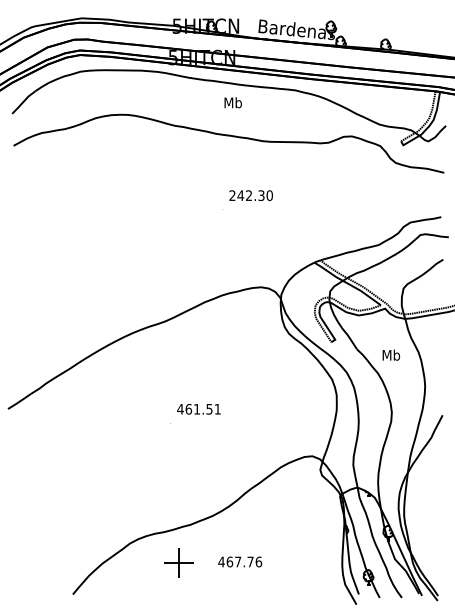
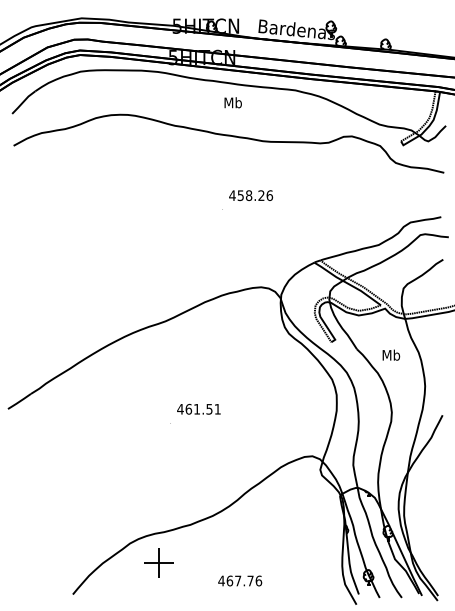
text at (251, 195): 242.30 -> 458.26
text at (240, 561) position: (240, 561) -> (240, 580)
part at (178, 562) position: (178, 562) -> (158, 562)
